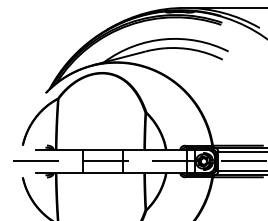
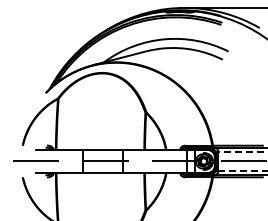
line at (243, 152): solid -> dashed
line at (243, 170): solid -> dashed
